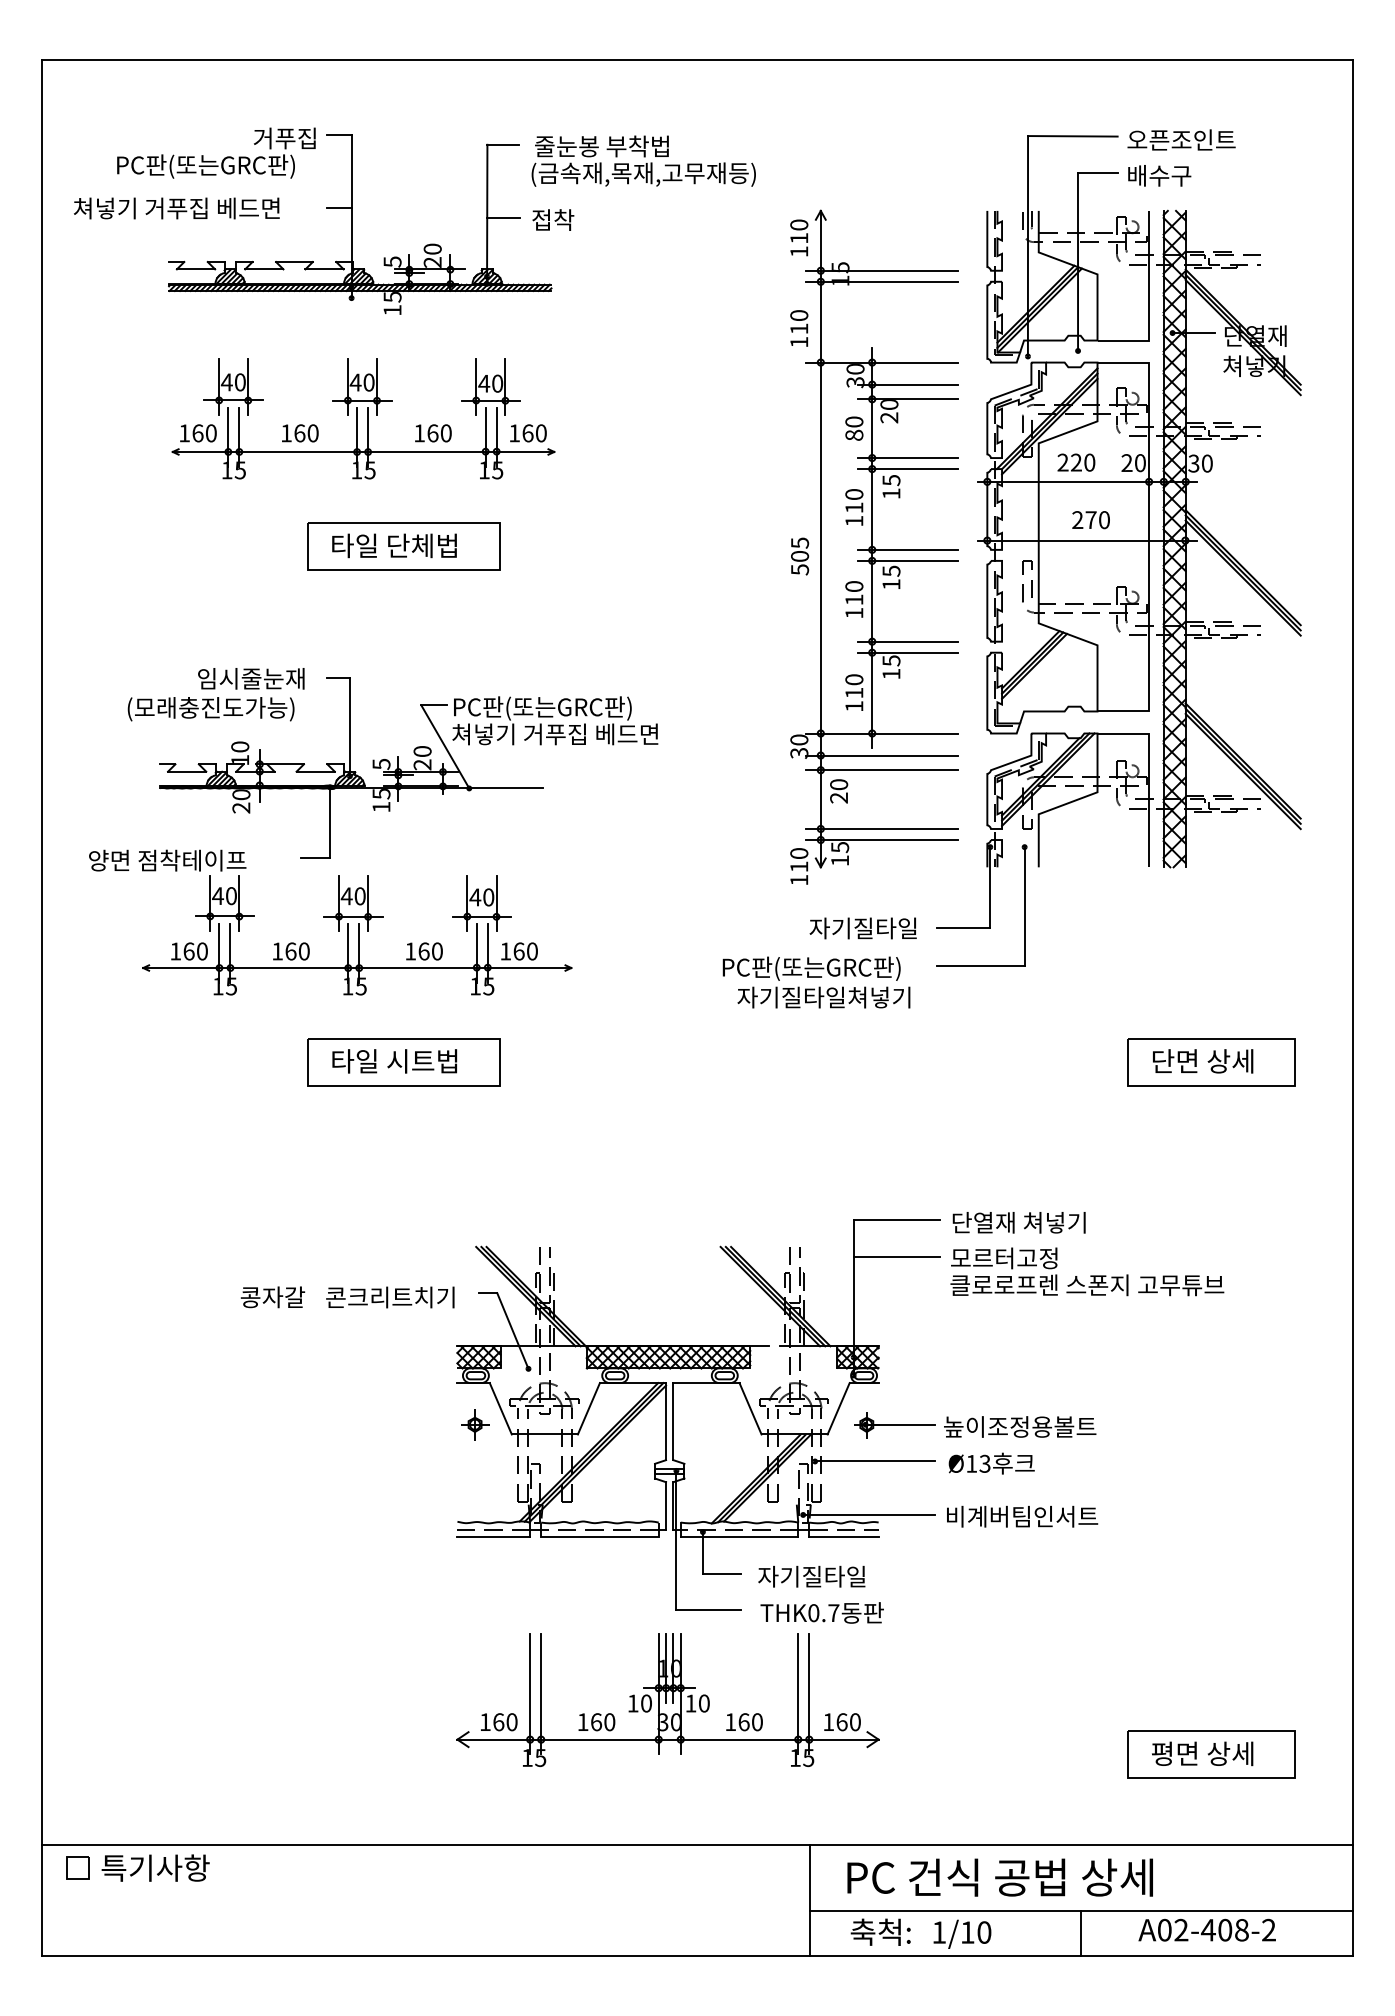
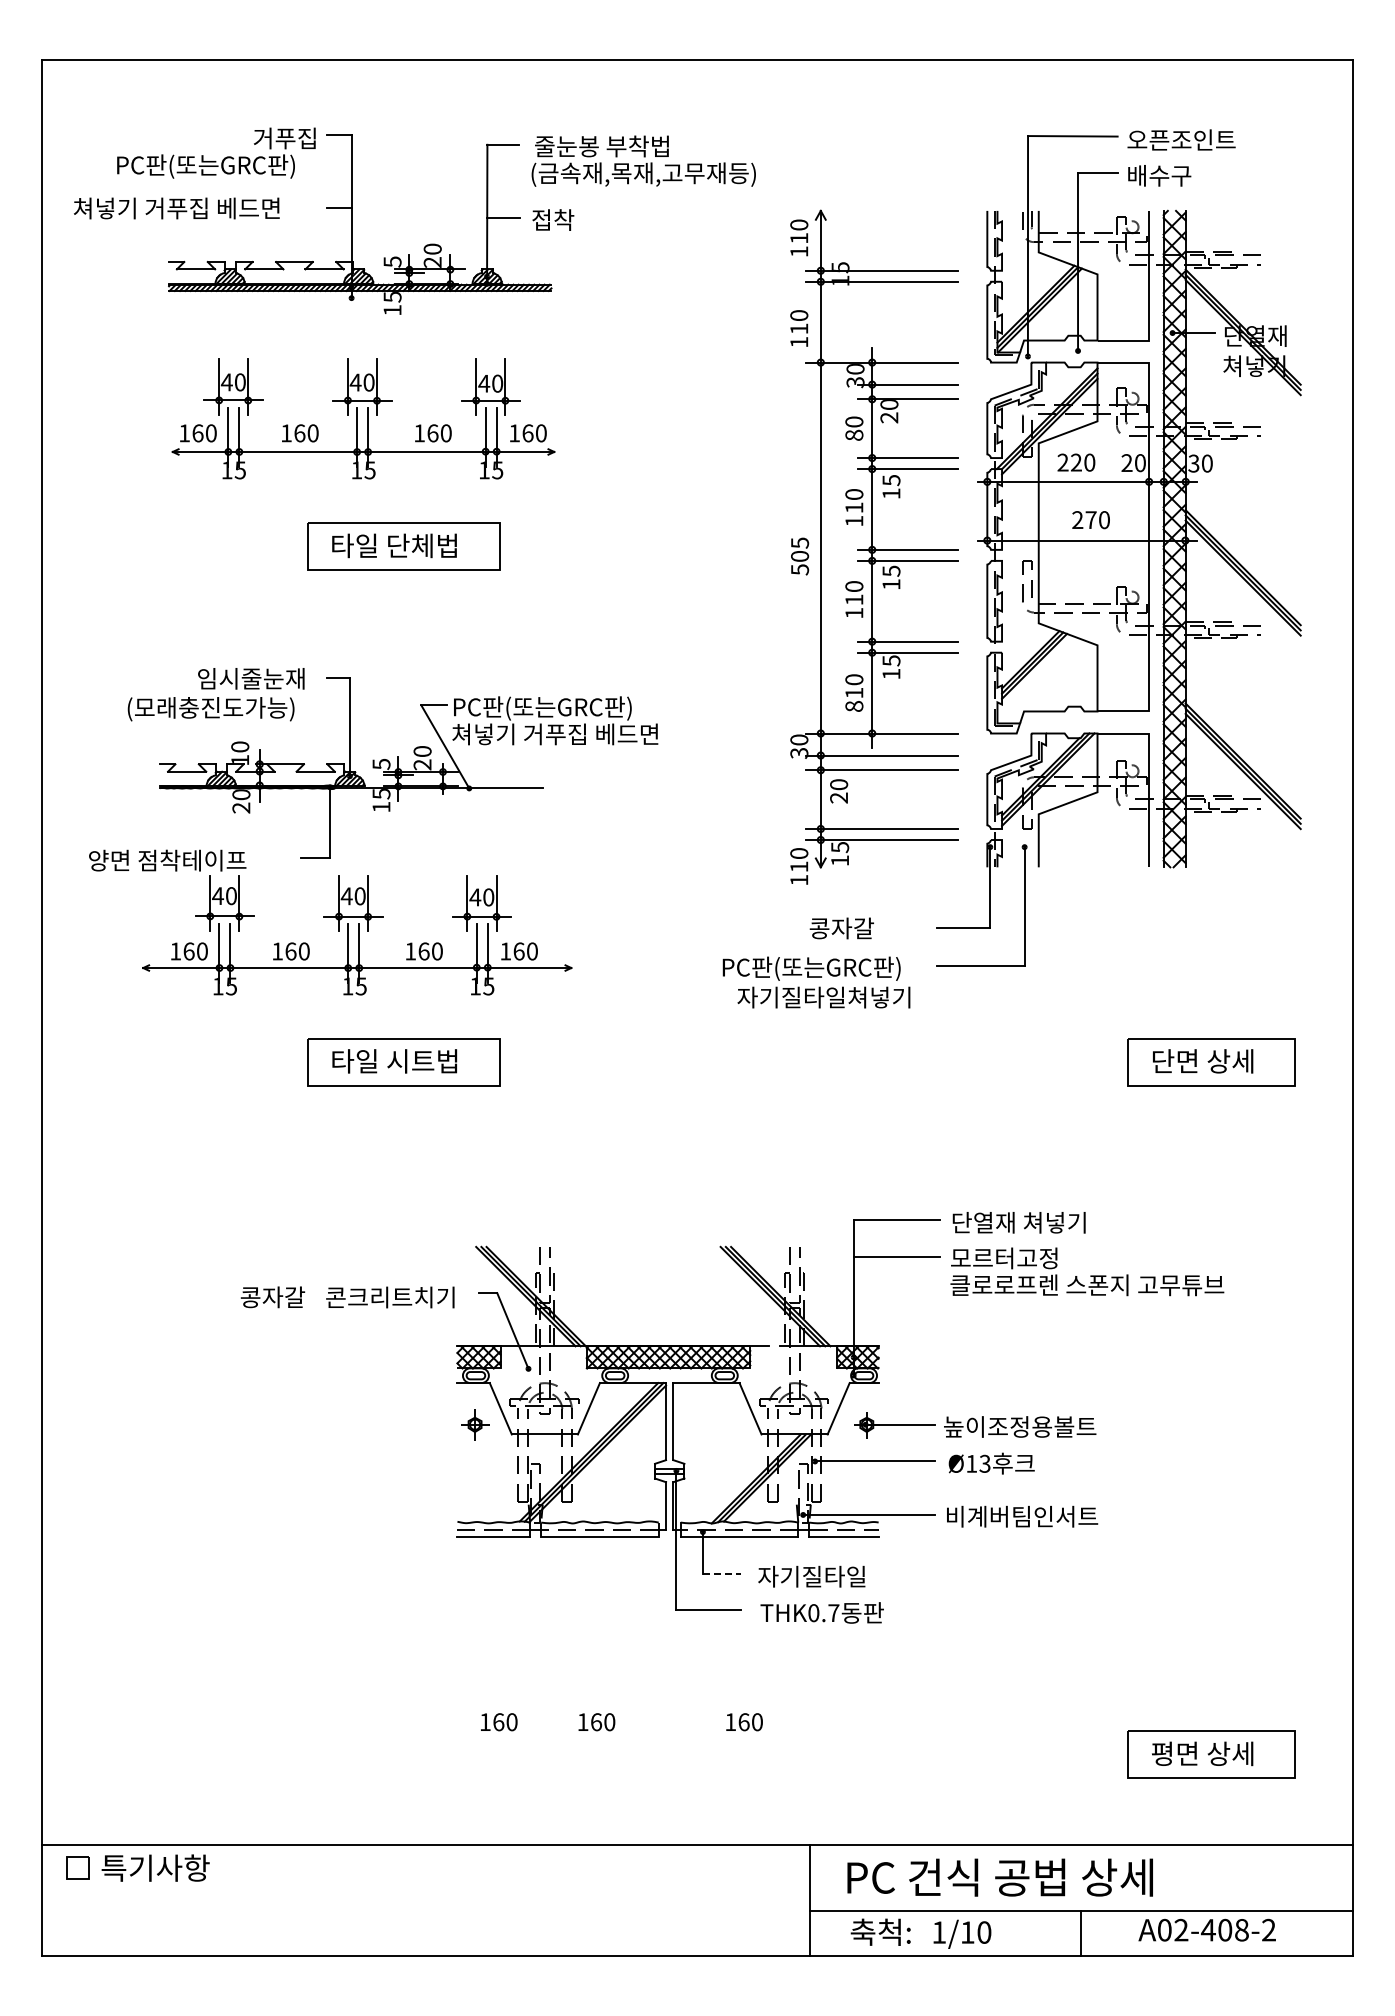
text at (854, 706): 110 -> 810
text at (862, 928): 자기질타일 -> 콩자갈
line at (722, 1573): solid -> dashed
part at (667, 1700): present -> none
